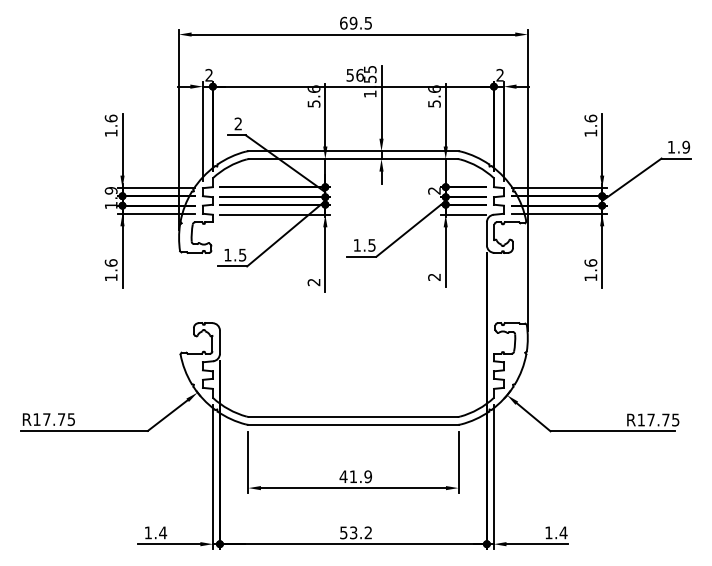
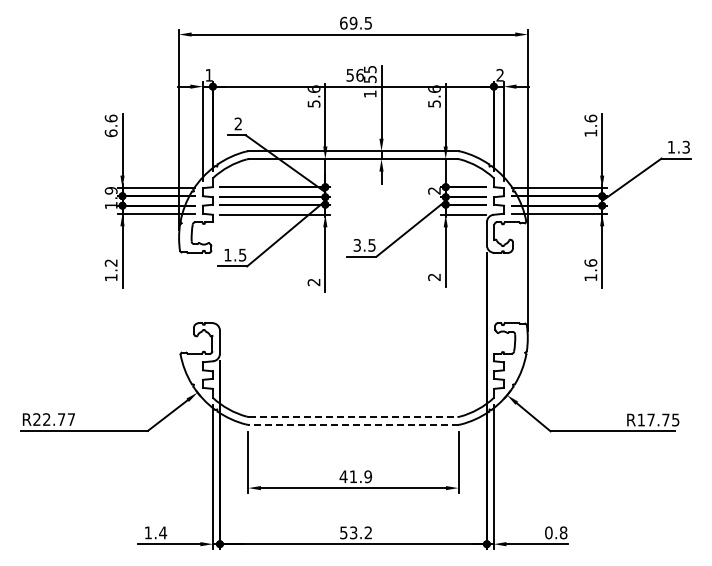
text at (208, 74): 2 -> 1
text at (110, 133): 1.6 -> 6.6
text at (686, 147): 1.9 -> 1.3
text at (356, 245): 1.5 -> 3.5
text at (110, 262): 1.6 -> 1.2
line at (353, 416): solid -> dashed
text at (53, 419): R17.75 -> R22.77
line at (352, 424): solid -> dashed
text at (556, 532): 1.4 -> 0.8
